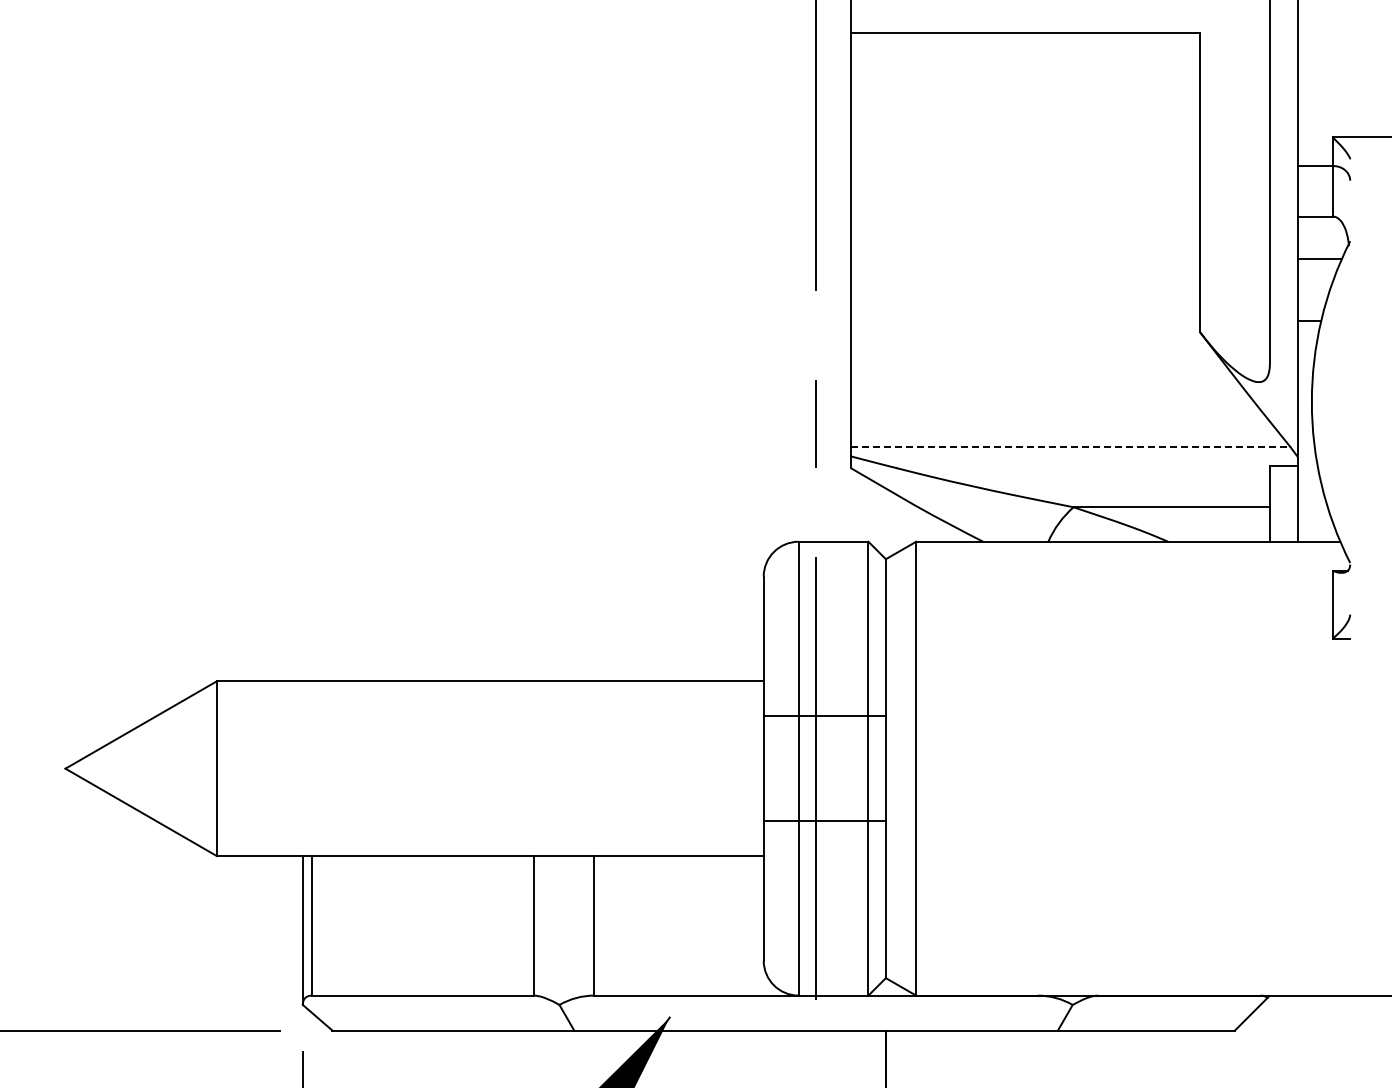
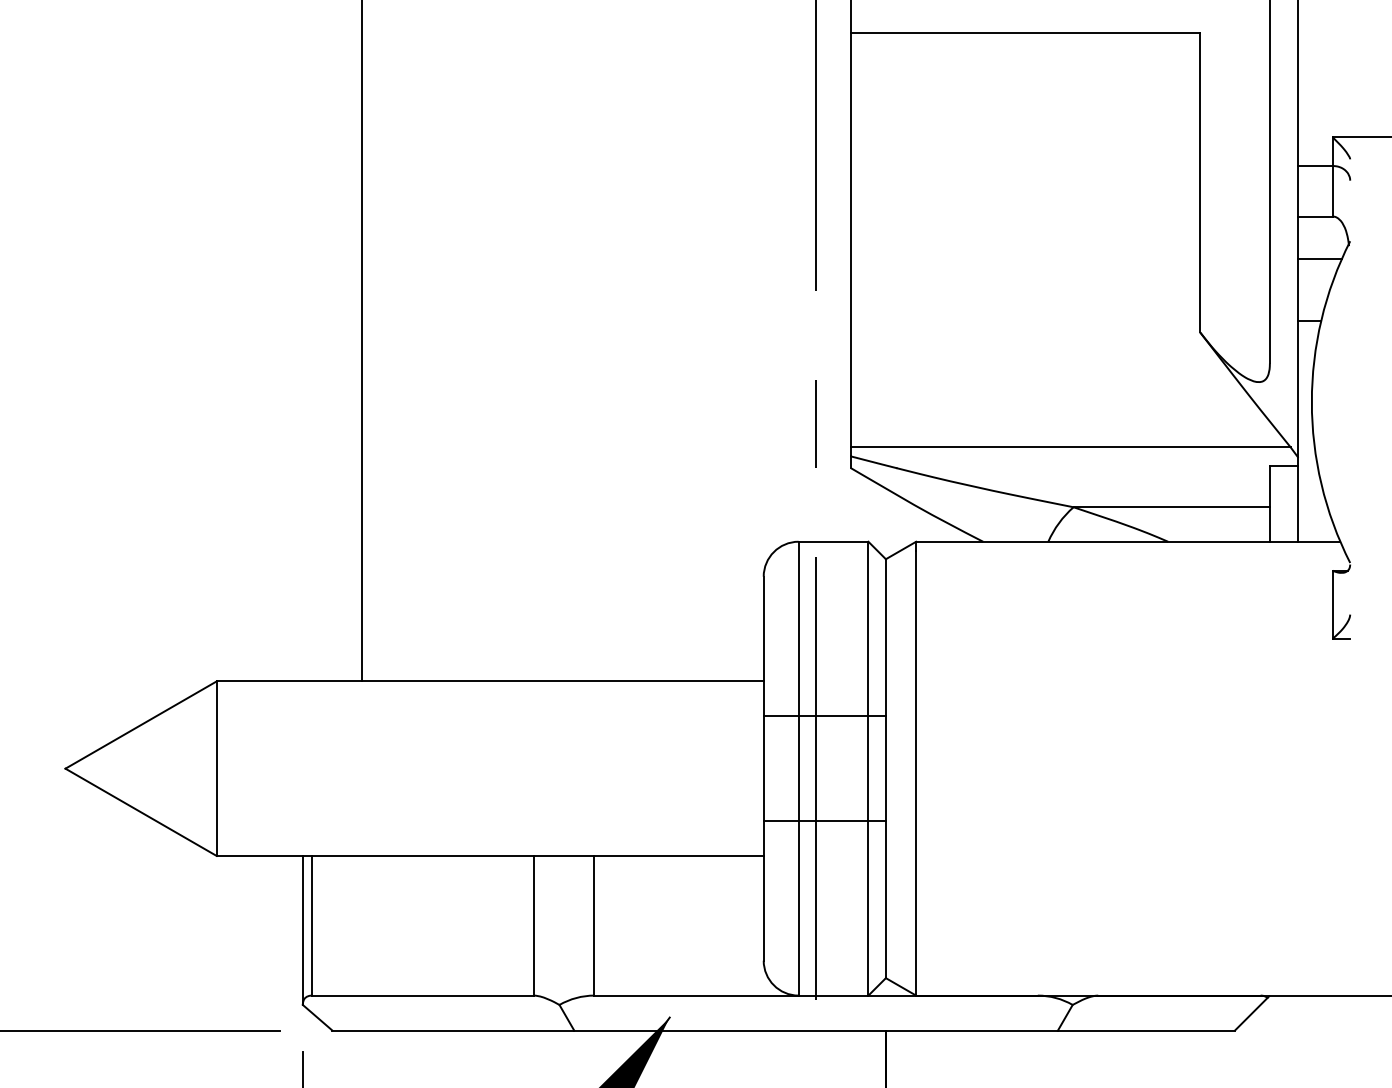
line at (362, 341): none -> present
line at (1070, 447): dashed -> solid
